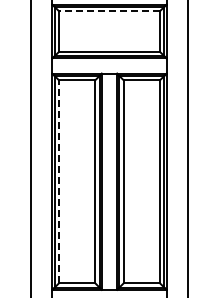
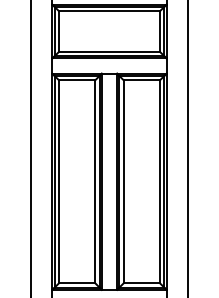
line at (109, 11): dashed -> solid
line at (59, 181): dashed -> solid
